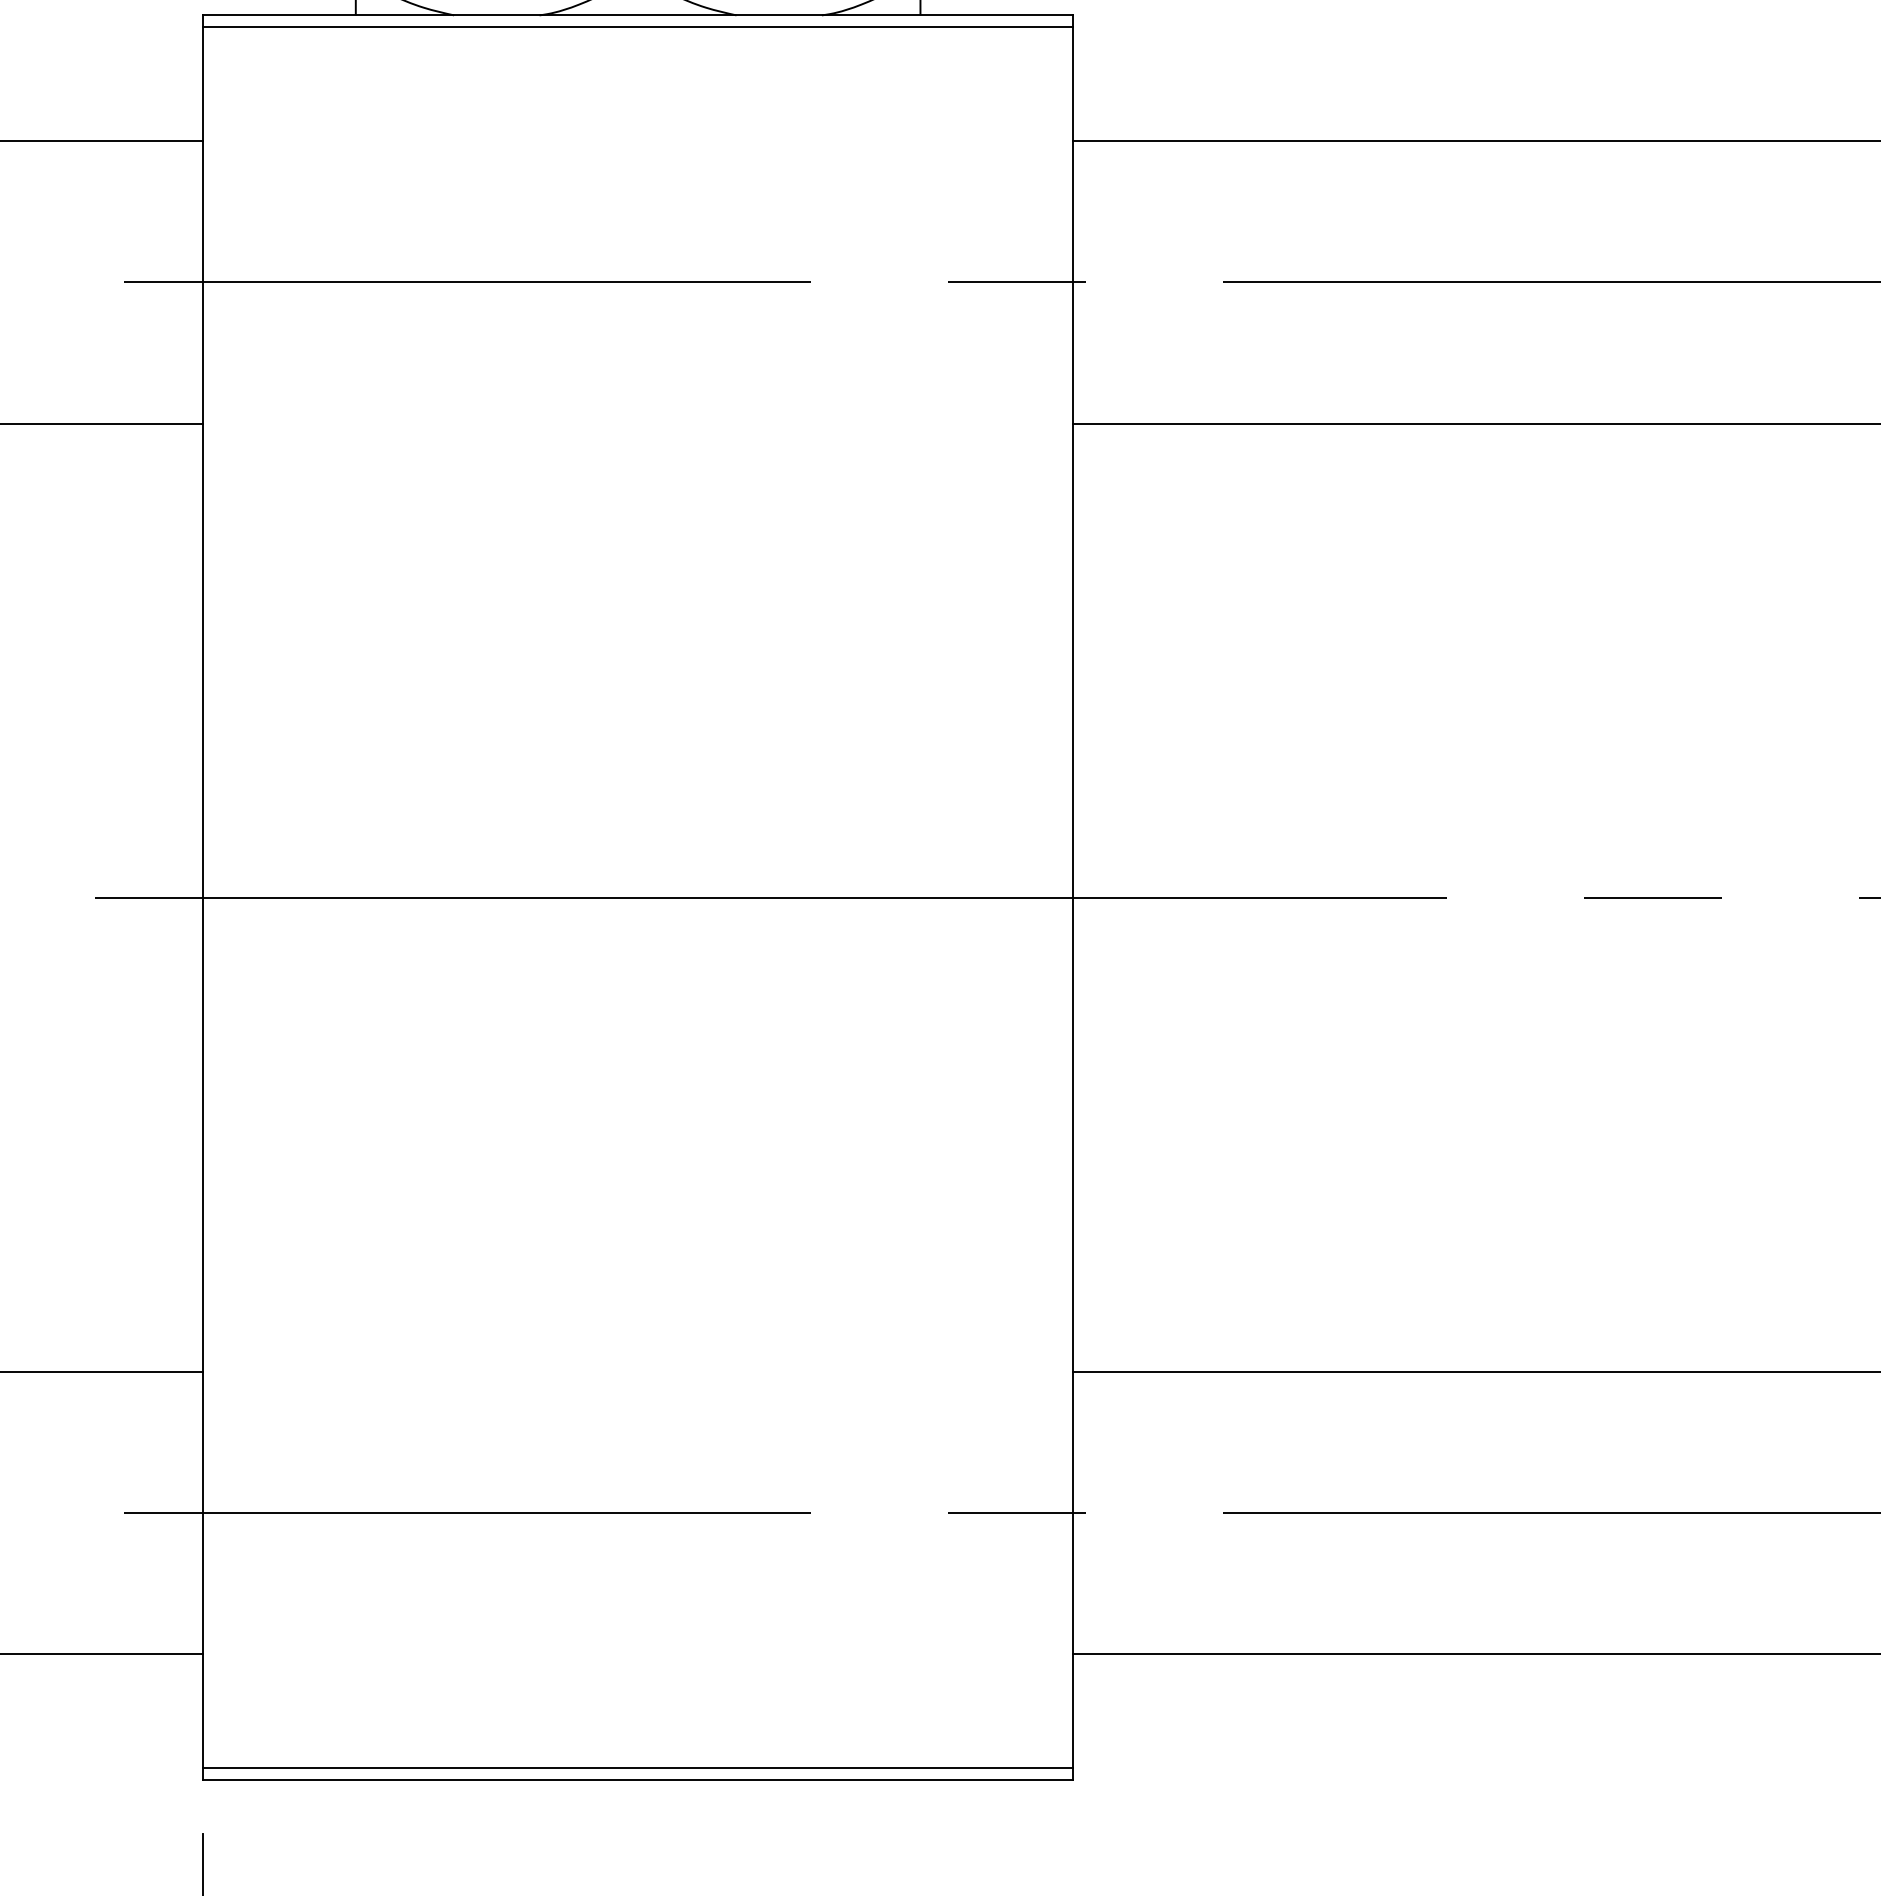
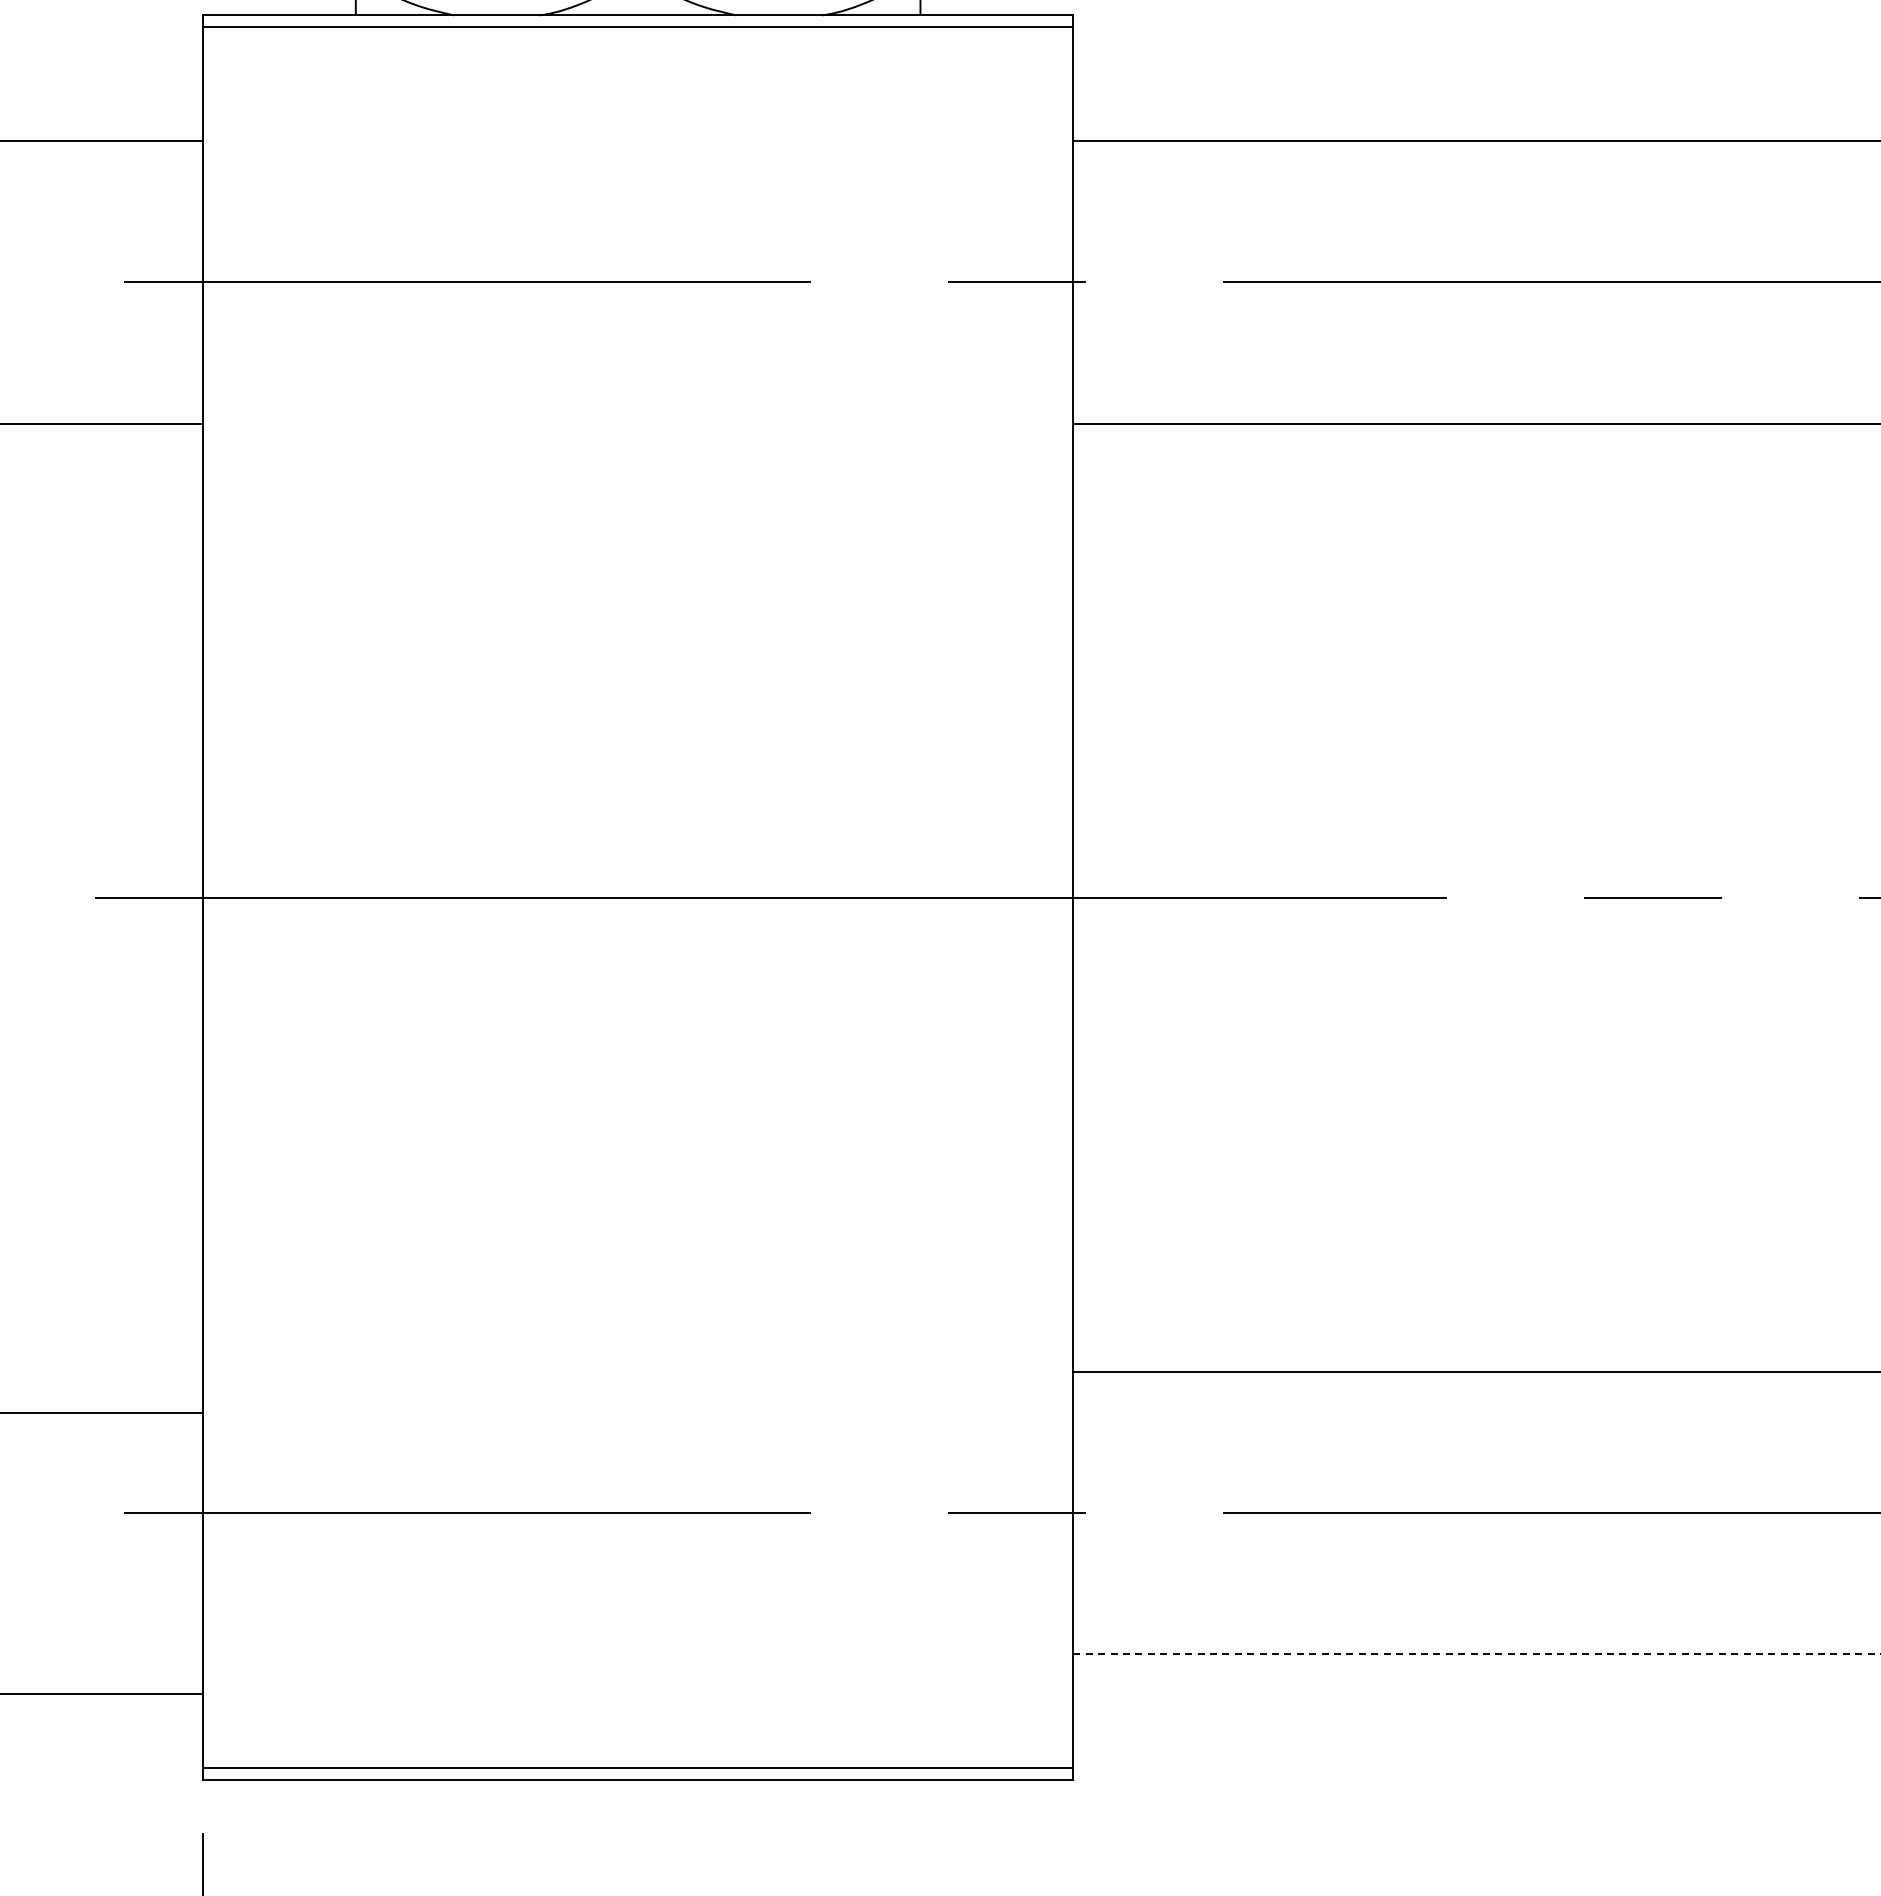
line at (102, 1371) position: (102, 1371) -> (102, 1412)
line at (102, 1654) position: (102, 1654) -> (102, 1694)
line at (1477, 1654): solid -> dashed
